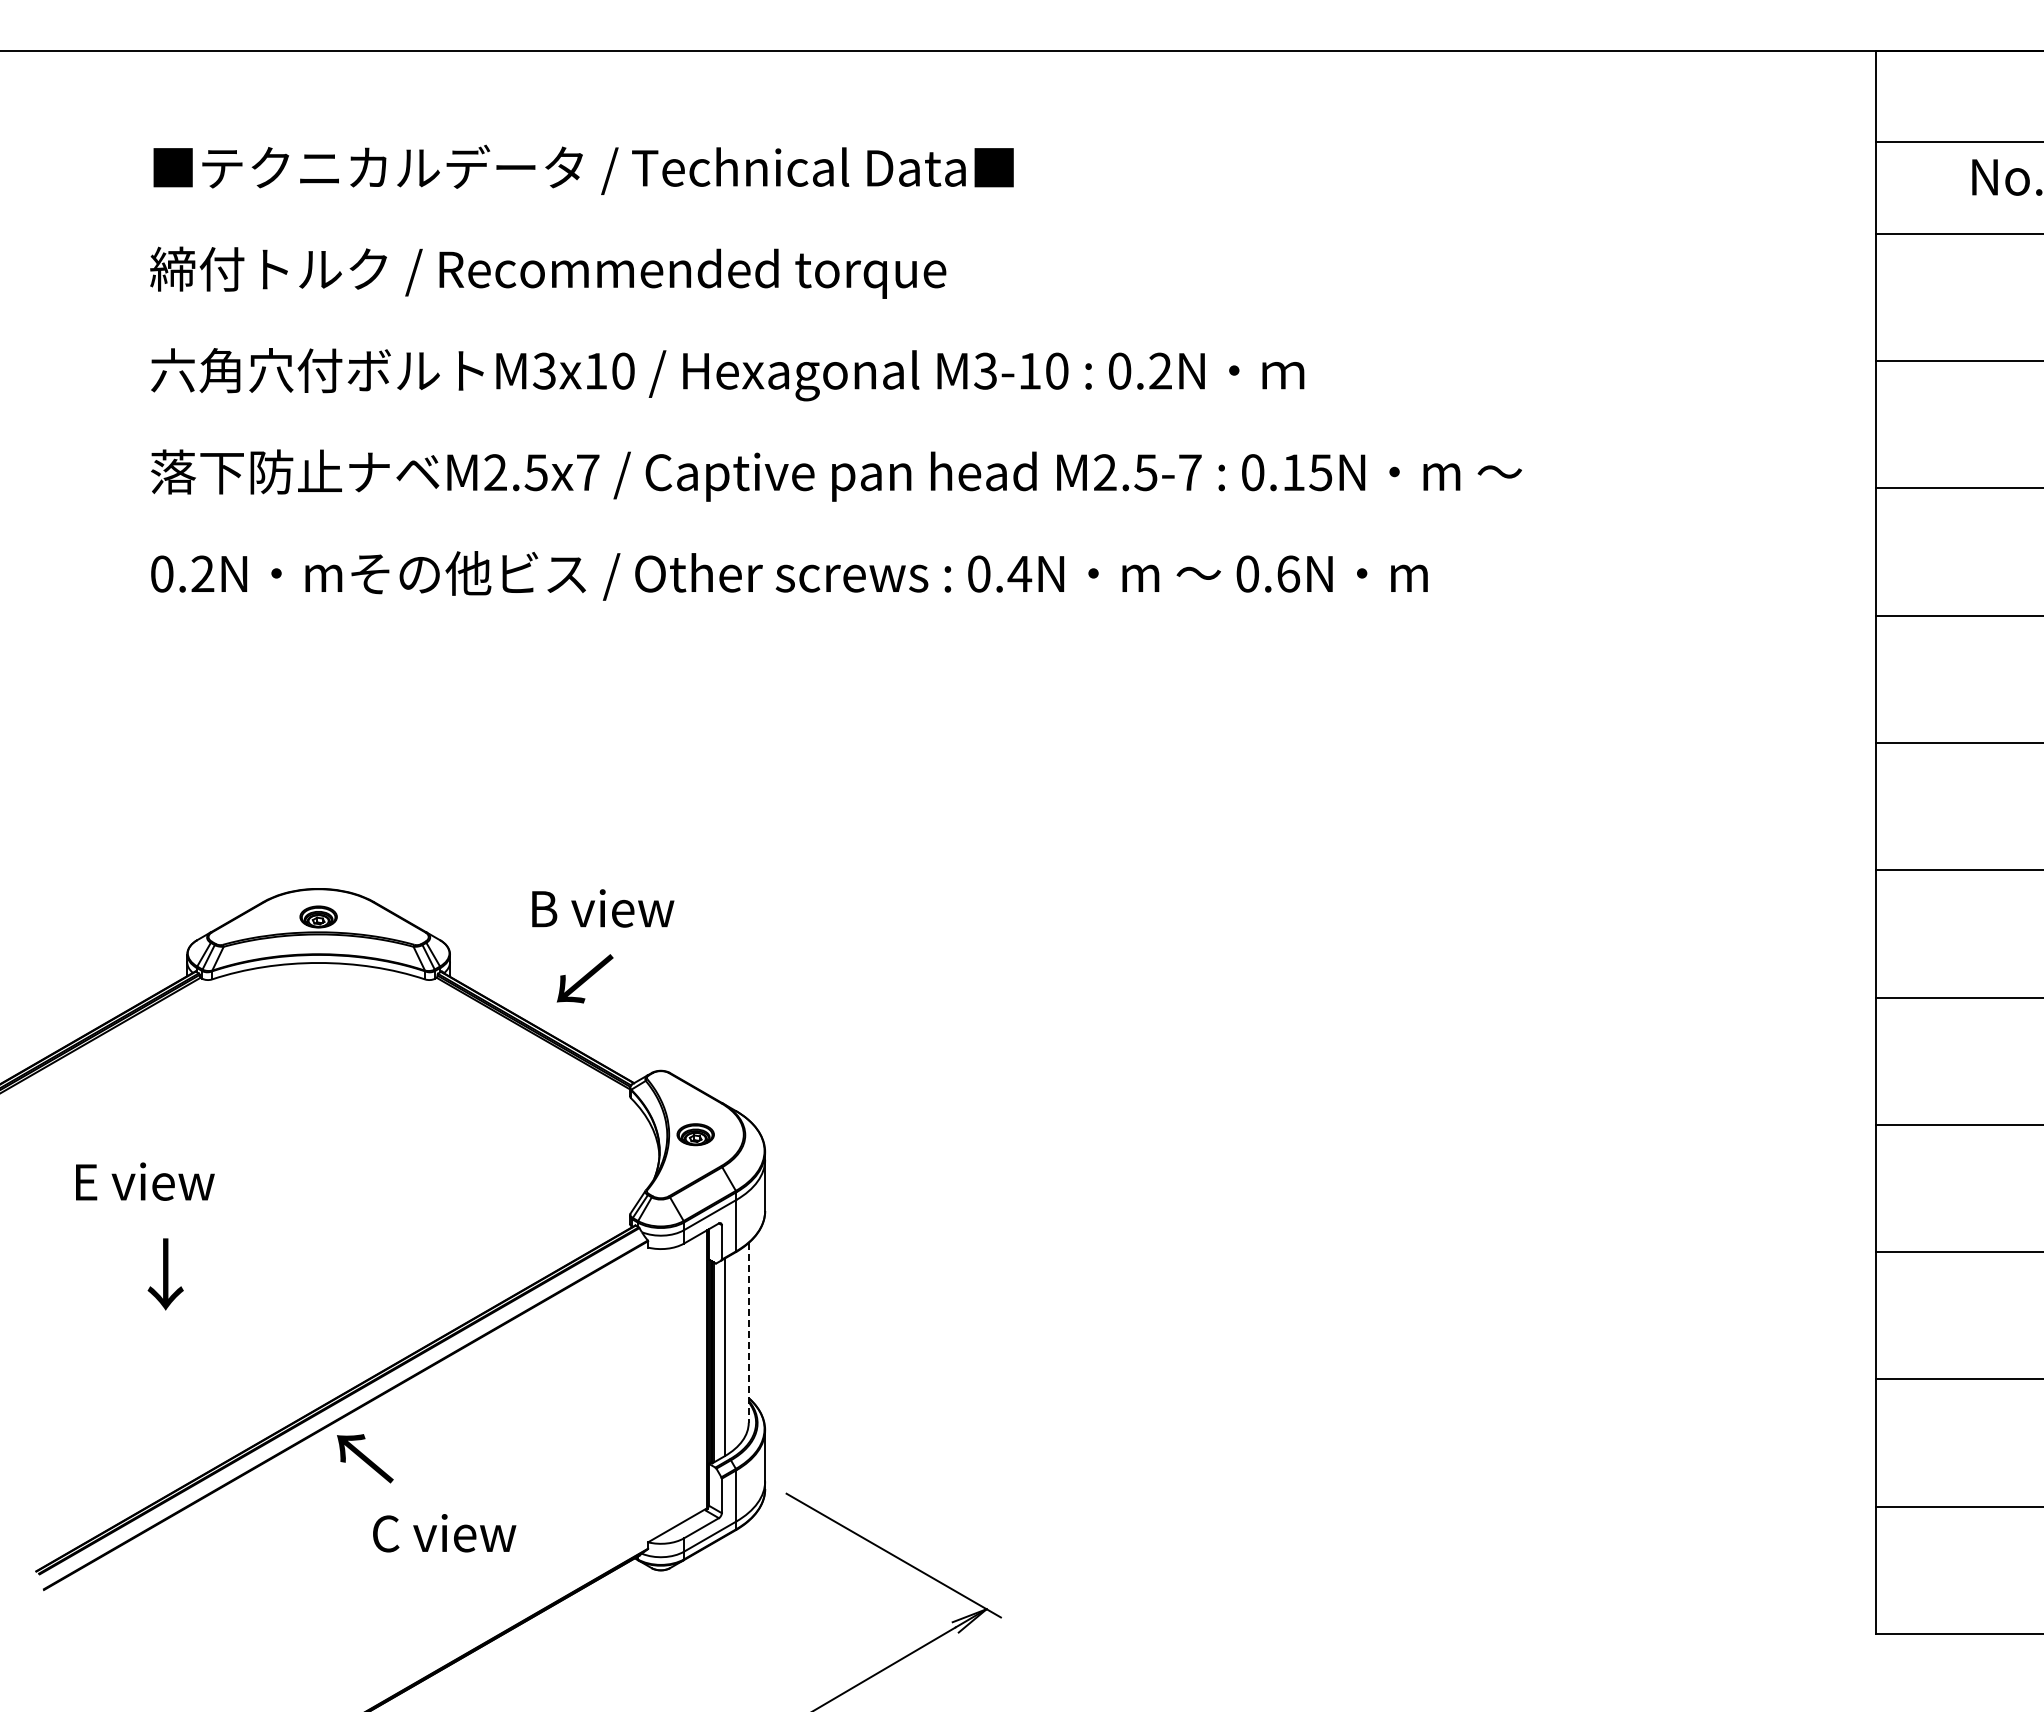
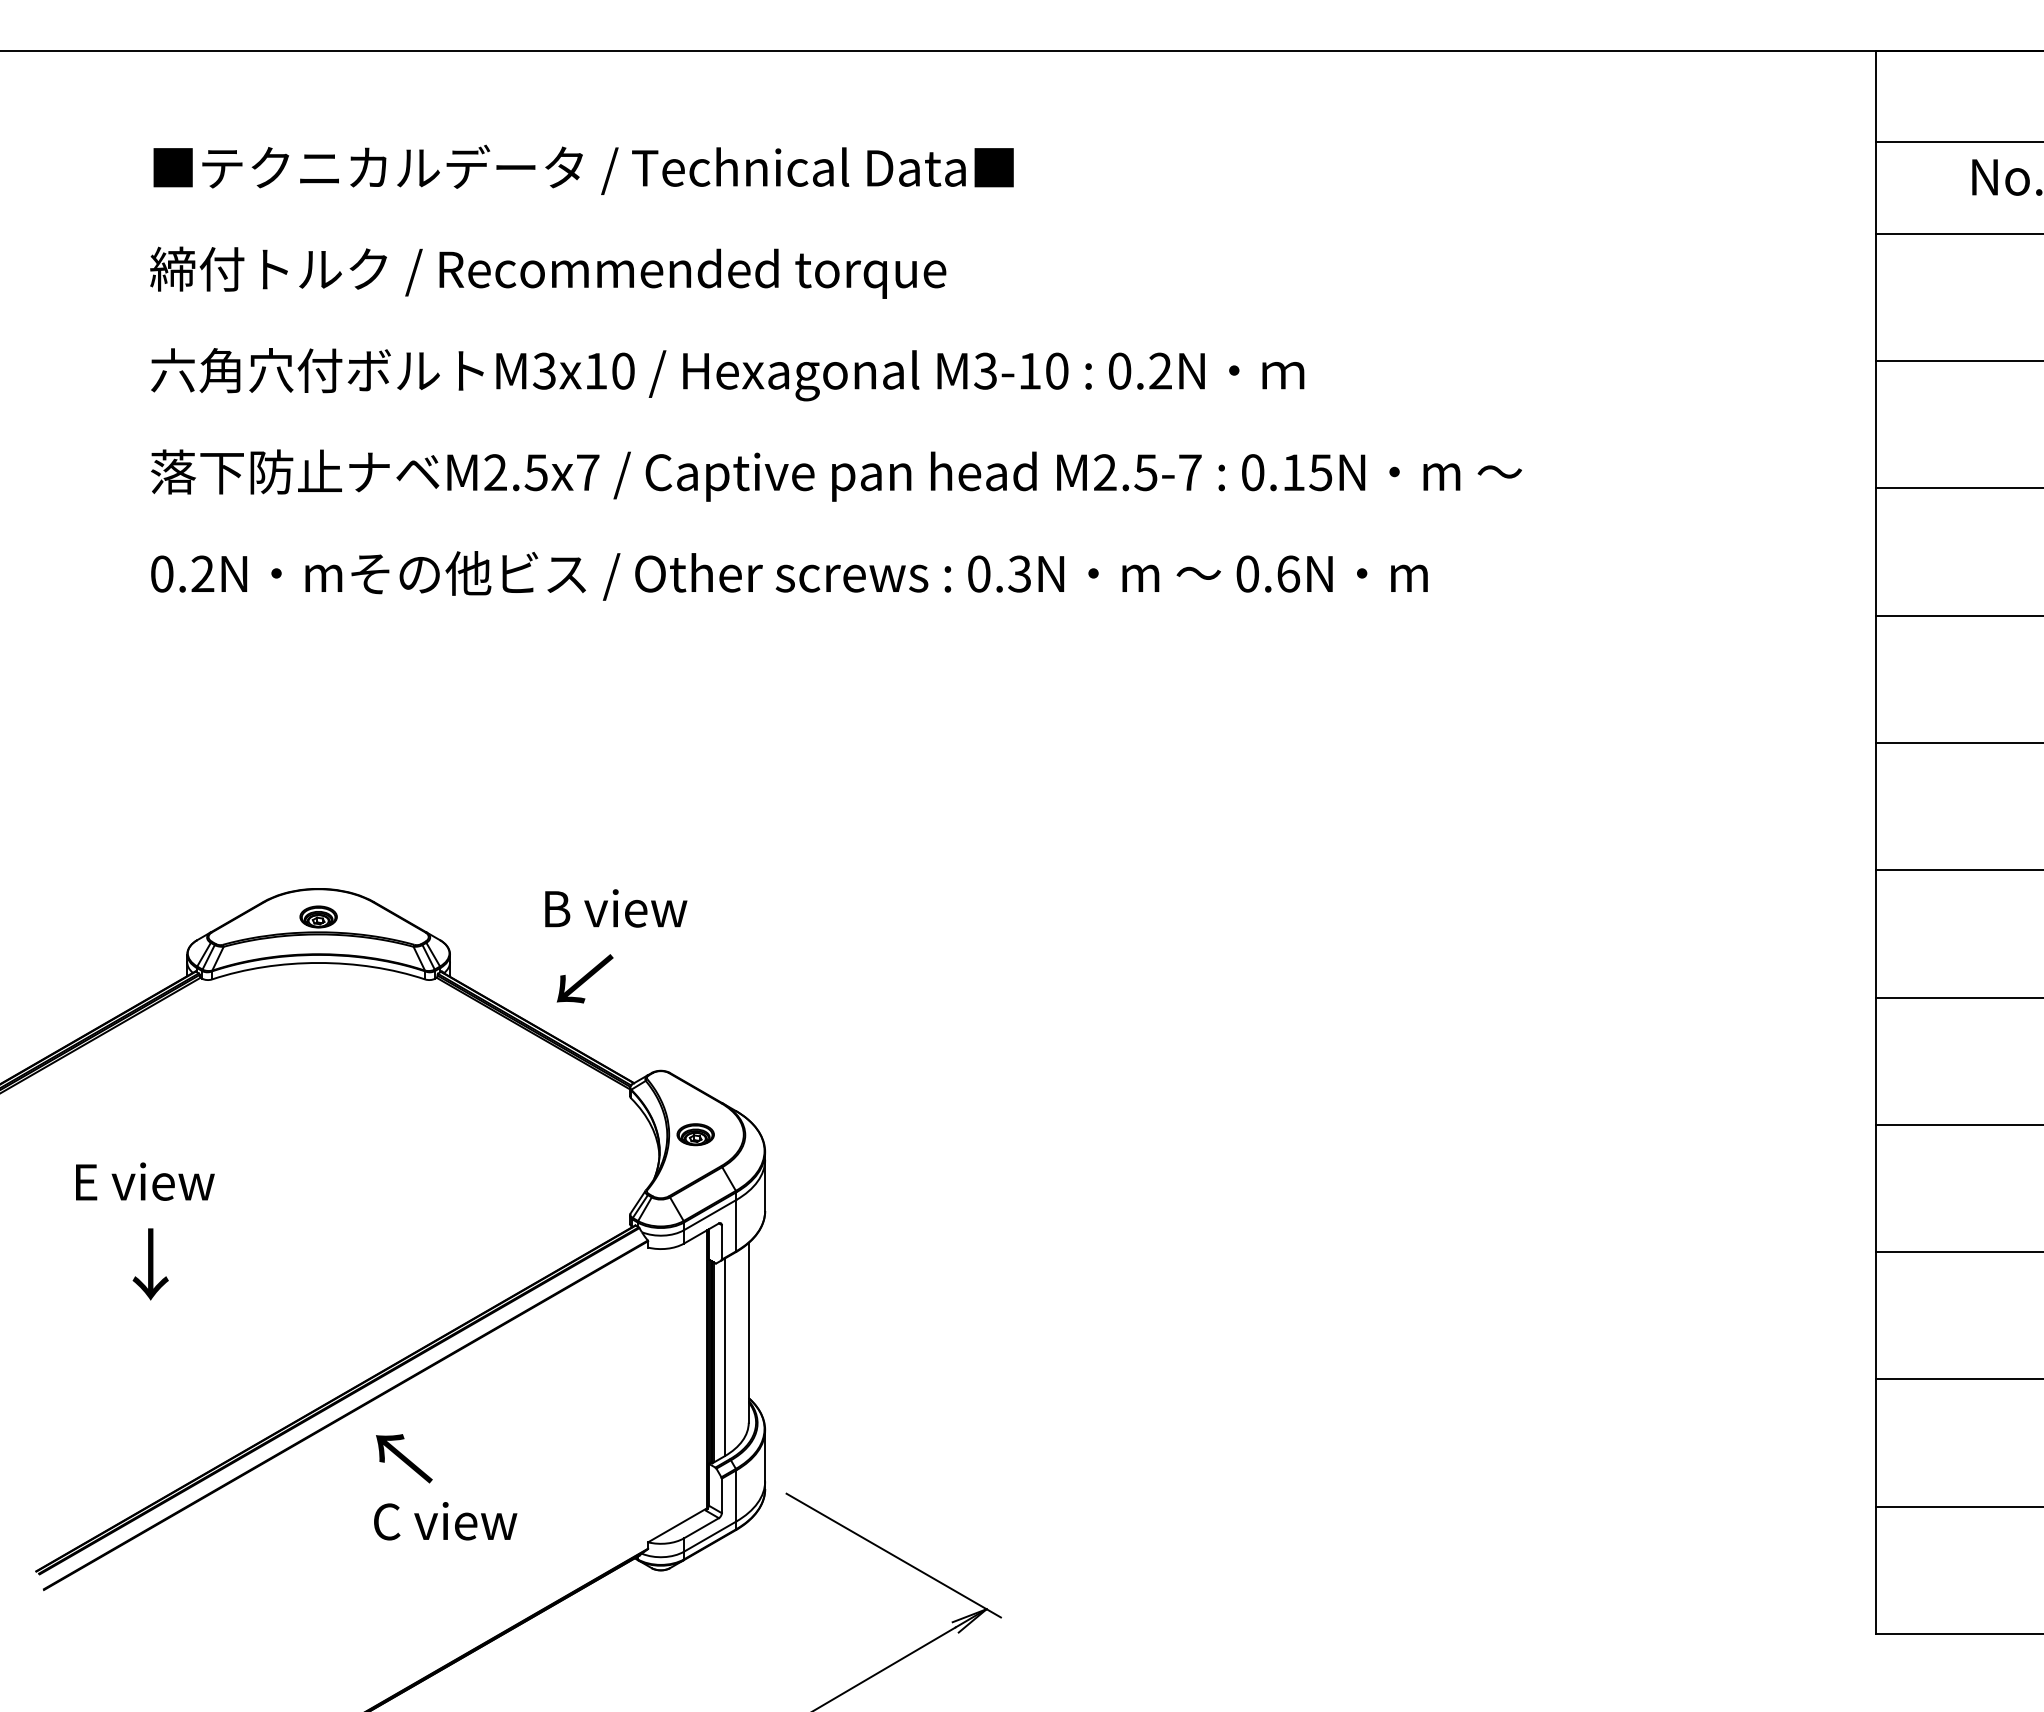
text at (1019, 573): 0.4N -> 0.3N
text at (603, 908) position: (603, 908) -> (616, 908)
text at (165, 1274) position: (165, 1274) -> (150, 1264)
line at (748, 1332): dashed -> solid
text at (365, 1458) position: (365, 1458) -> (404, 1458)
text at (444, 1533) position: (444, 1533) -> (445, 1521)
